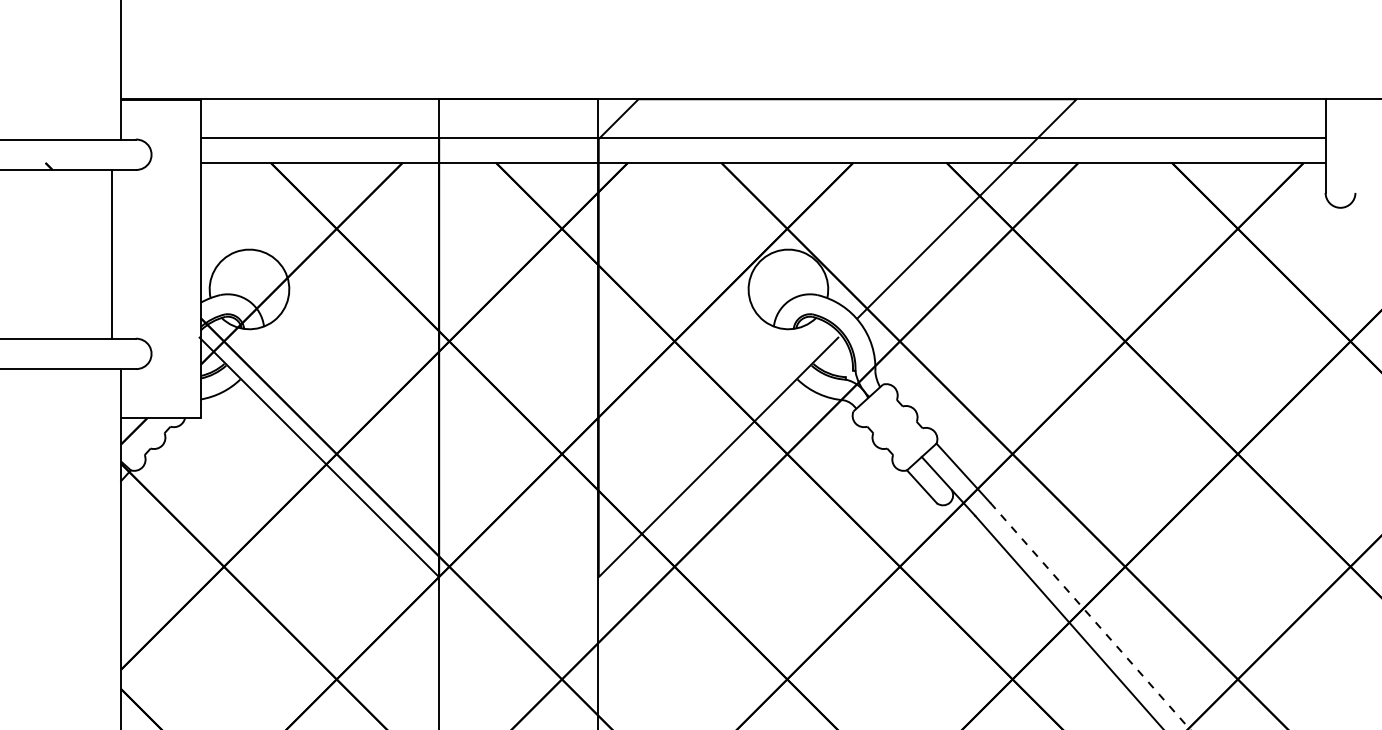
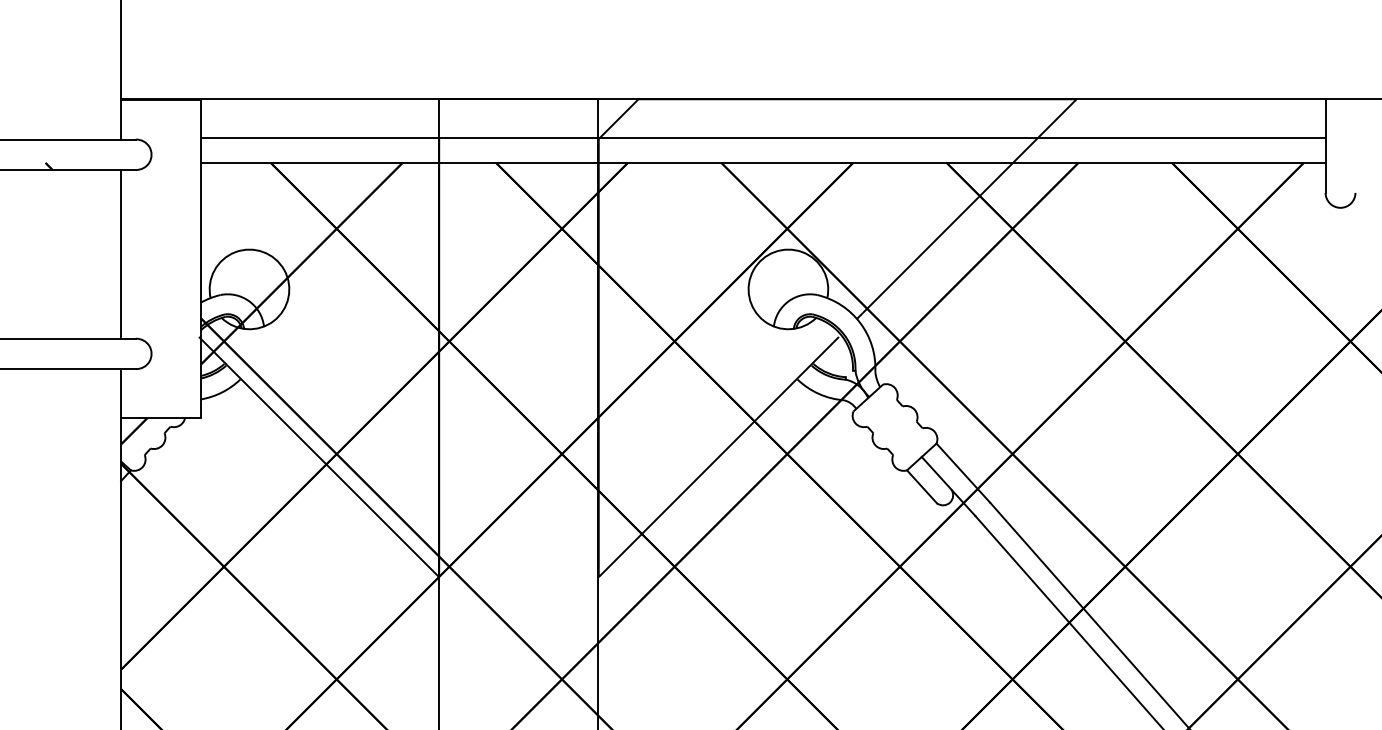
line at (112, 253) position: (112, 253) -> (121, 253)
line at (1090, 616): dashed -> solid
